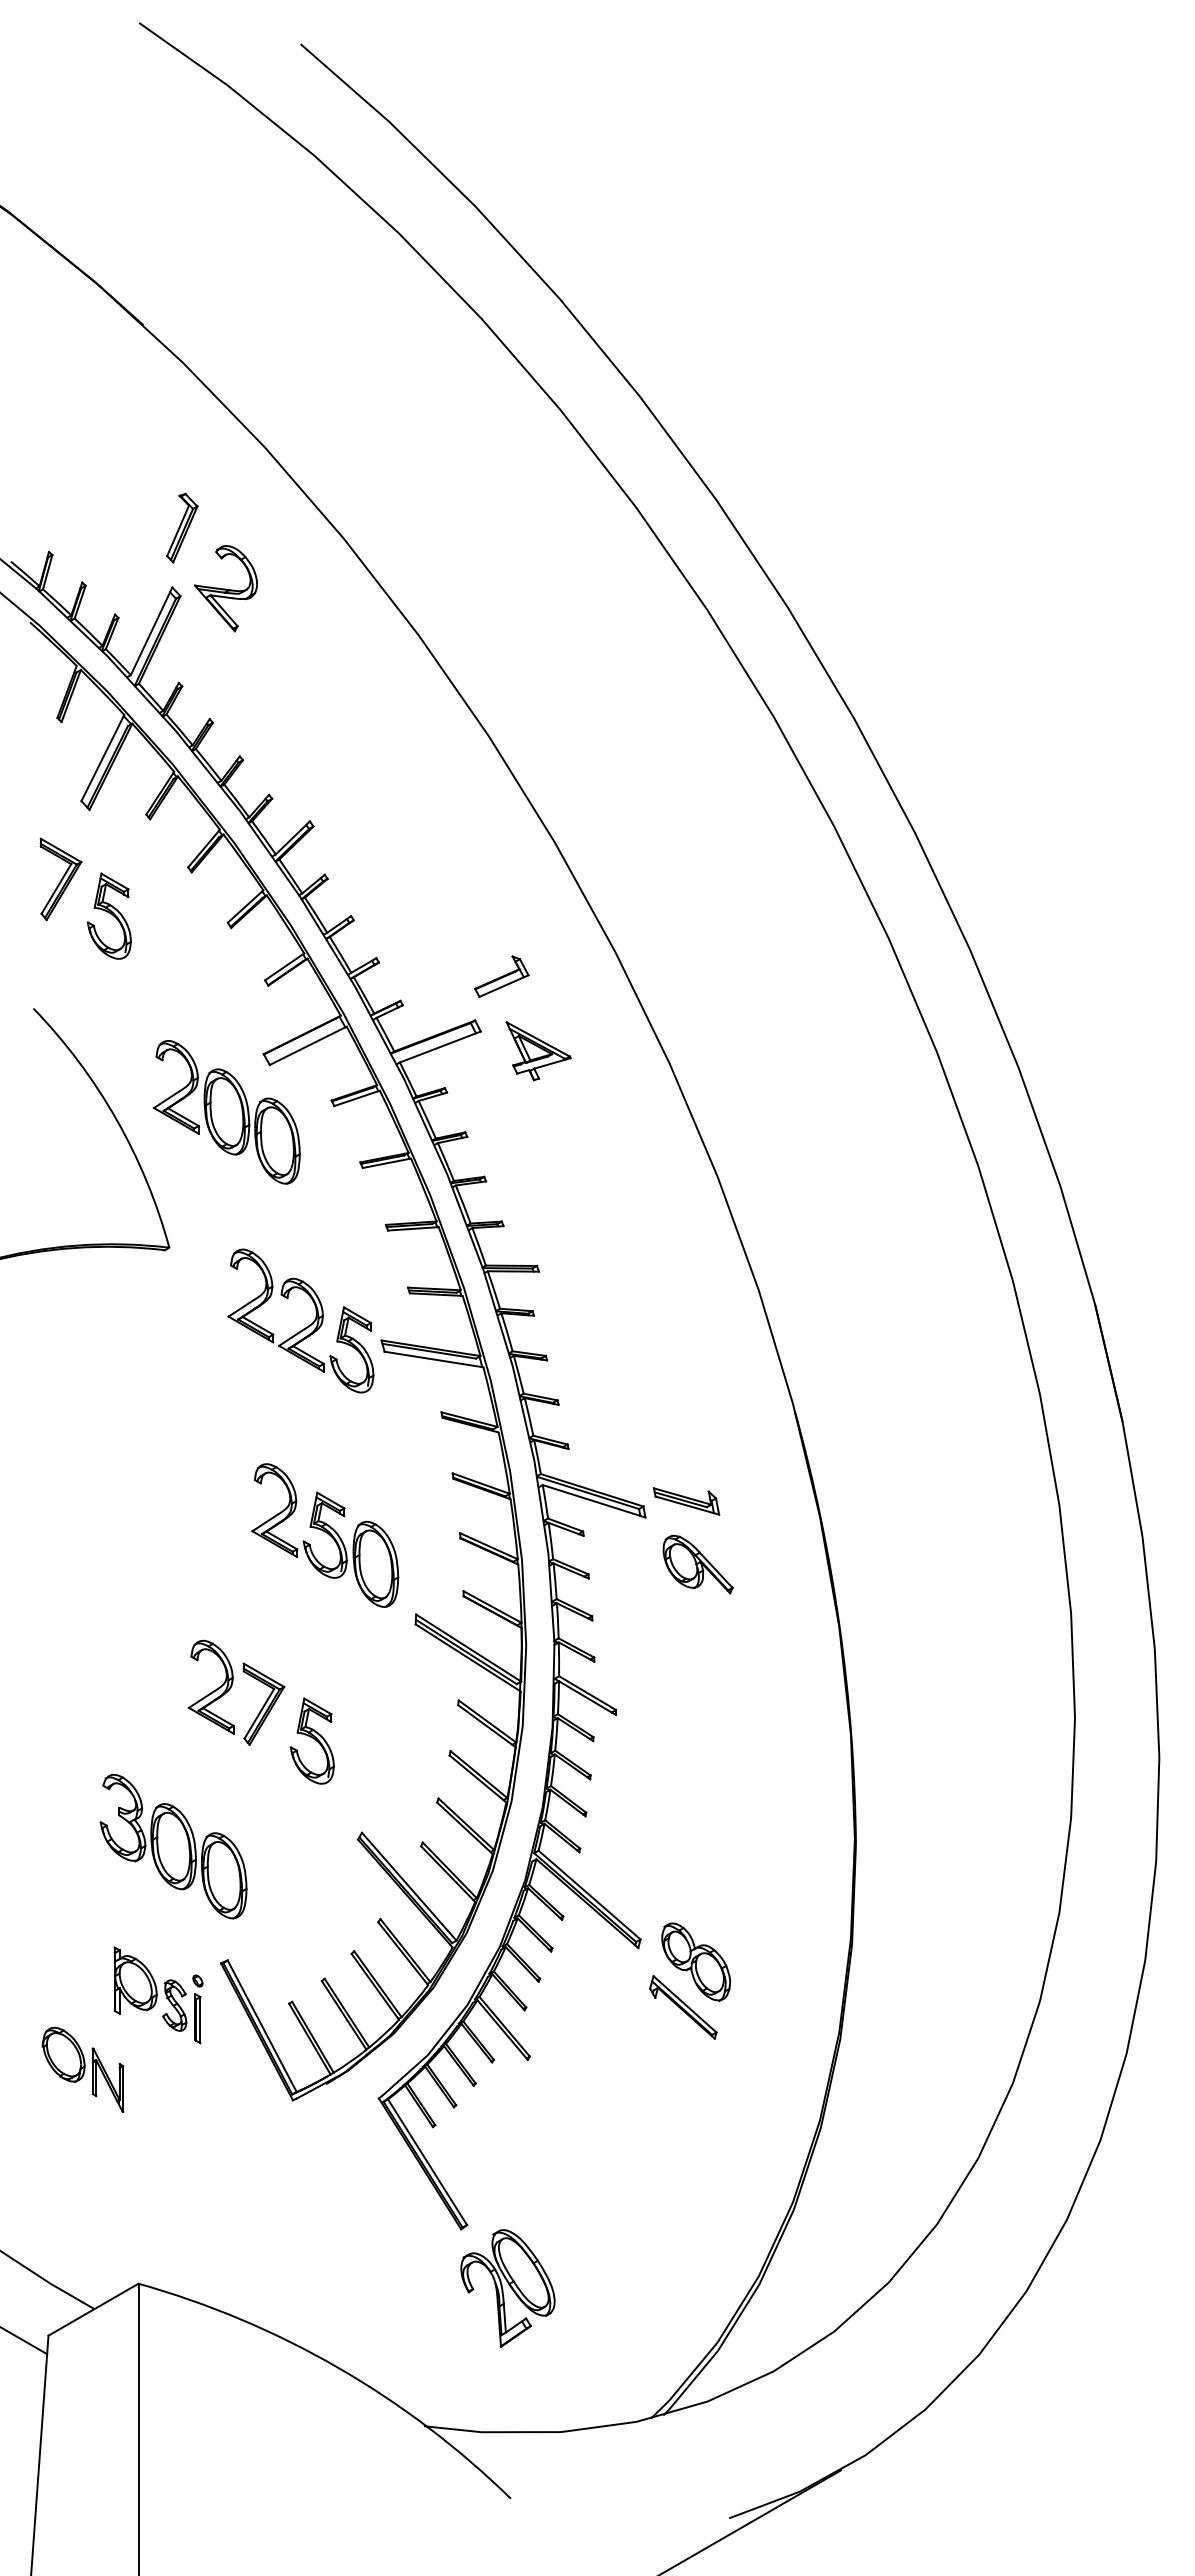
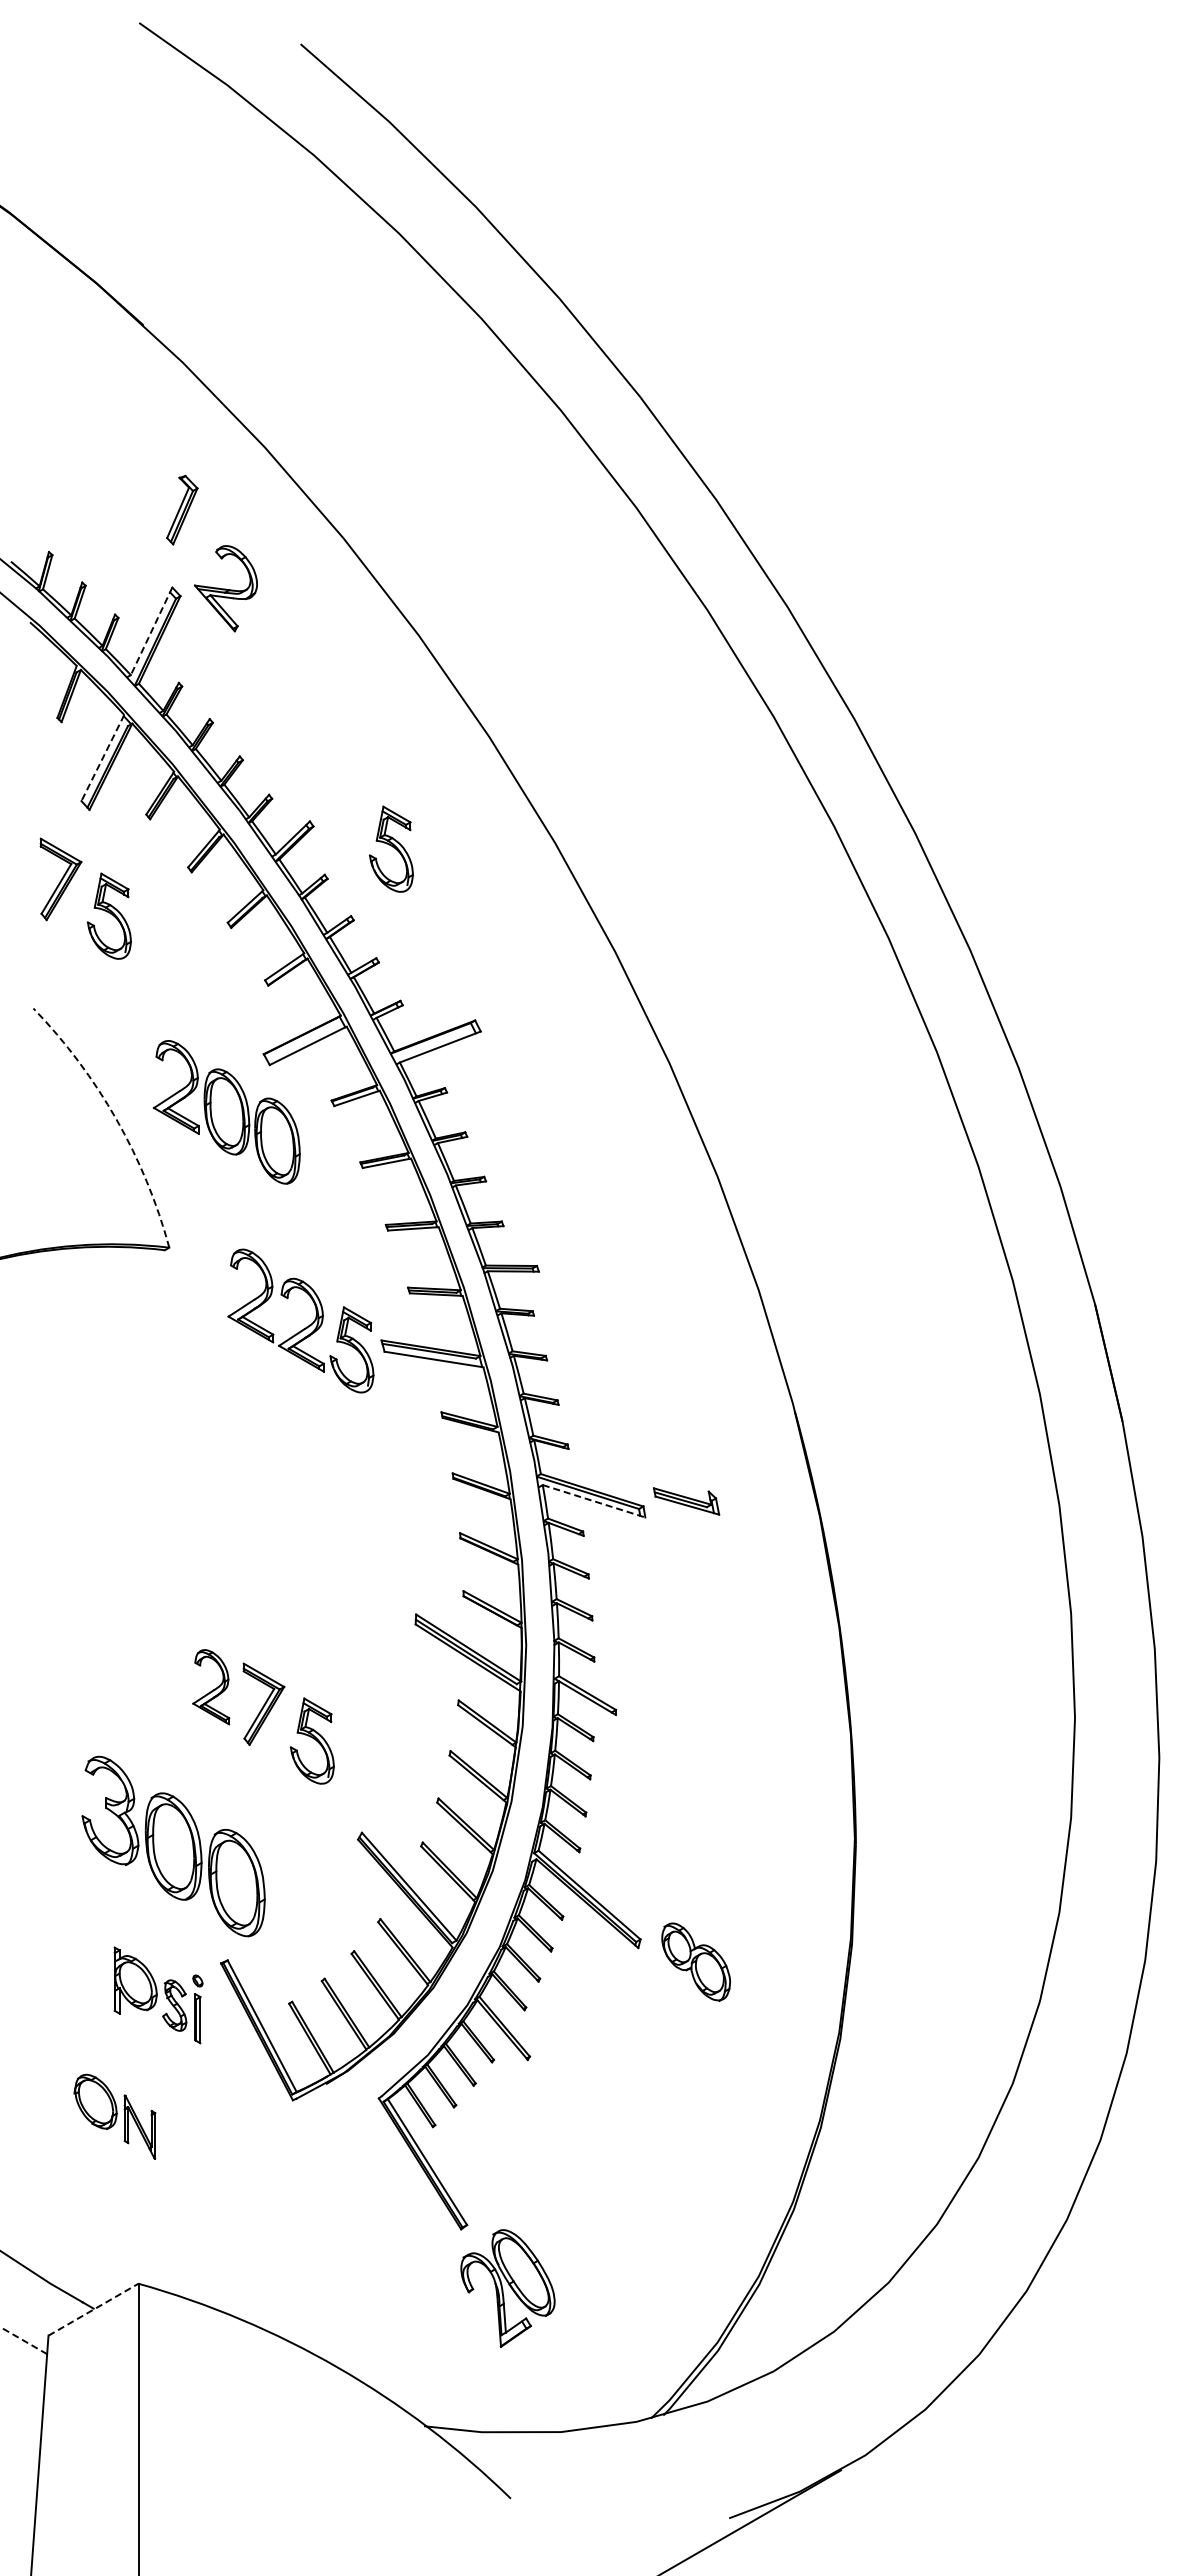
part at (182, 527) position: (182, 527) -> (182, 509)
line at (151, 631): solid -> dashed
line at (102, 758): solid -> dashed
part at (390, 848): none -> present
part at (501, 976): present -> none
part at (538, 1051): present -> none
arc at (116, 1119): solid -> dashed
line at (594, 1501): solid -> dashed
part at (325, 1535): present -> none
part at (697, 1564): present -> none
part at (210, 1686) size: 48x96 px -> 39x77 px
part at (173, 1846) size: 149x146 px -> 185x183 px
part at (683, 2007): present -> none
part at (82, 2069) position: (82, 2069) -> (114, 2116)
line at (93, 2309): solid -> dashed
line at (23, 2340): solid -> dashed
